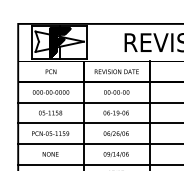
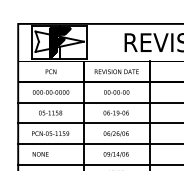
text at (50, 154) position: (50, 154) -> (40, 154)
